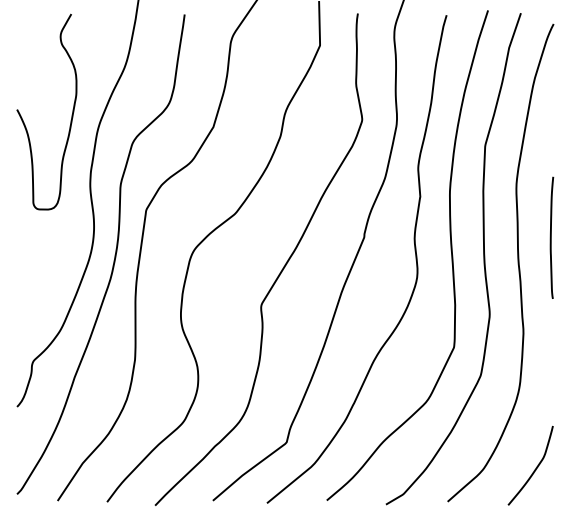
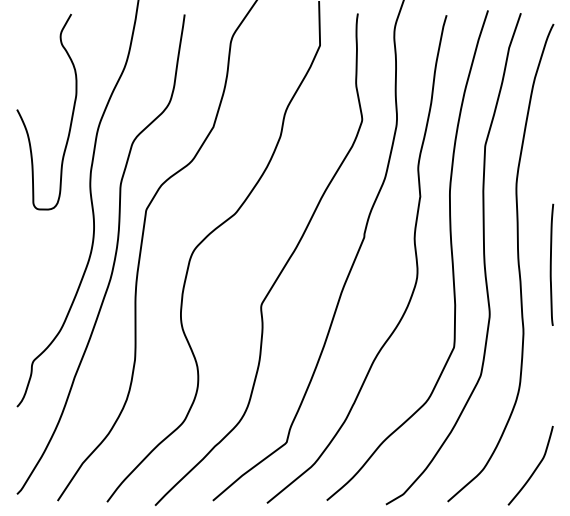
curve at (551, 237) position: (551, 237) -> (551, 264)
